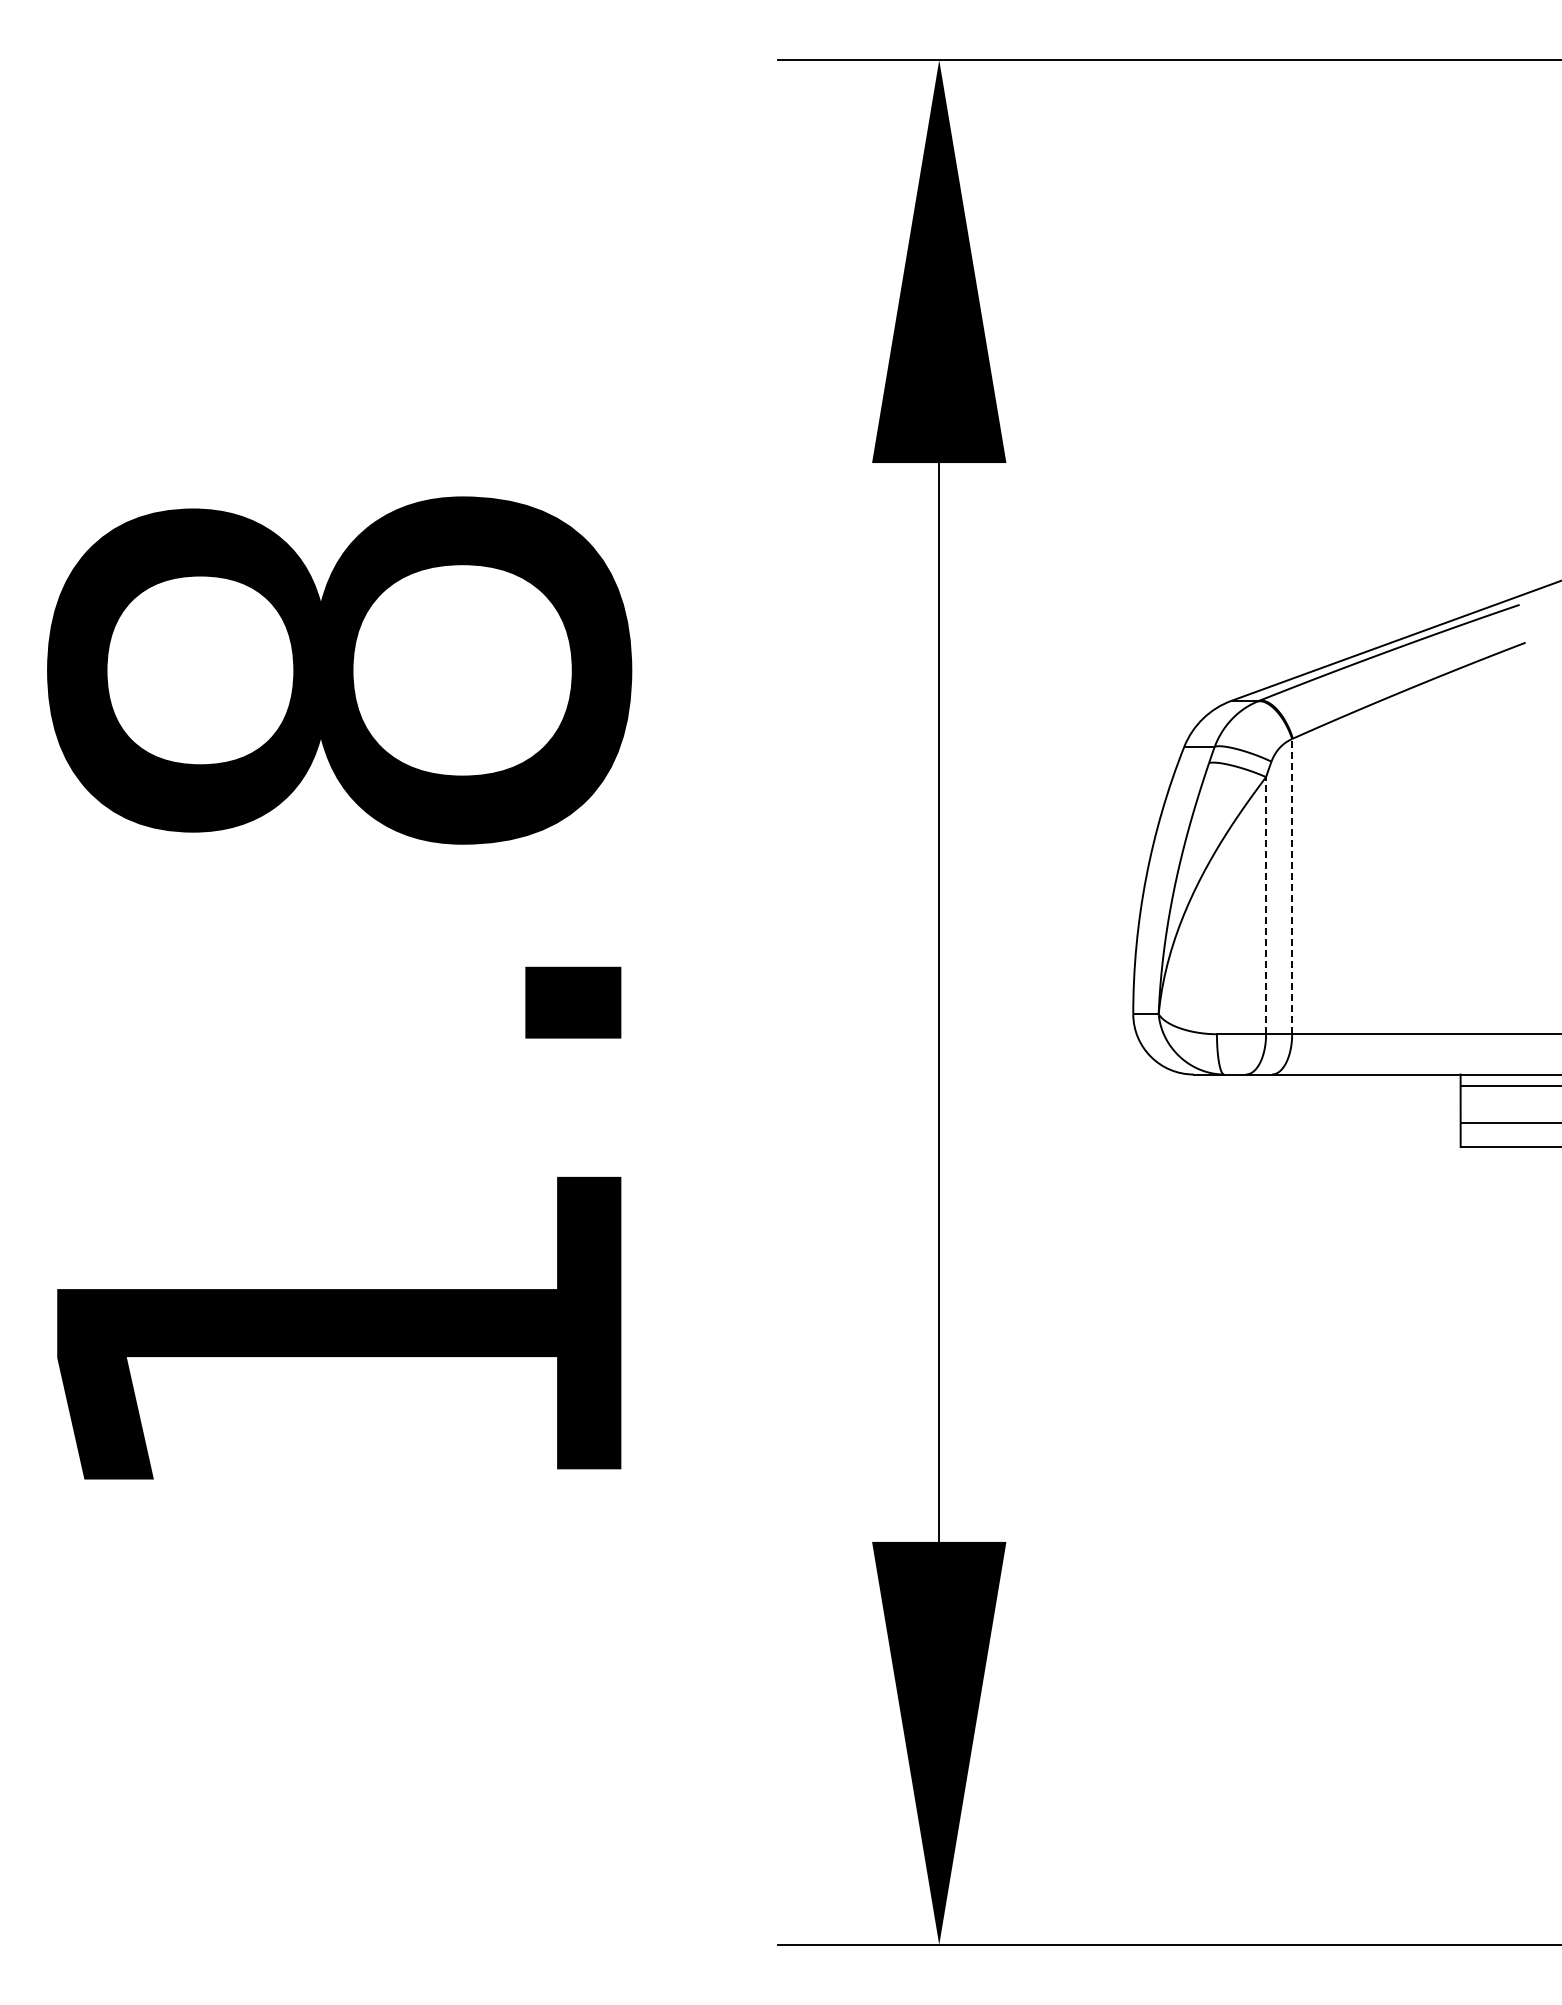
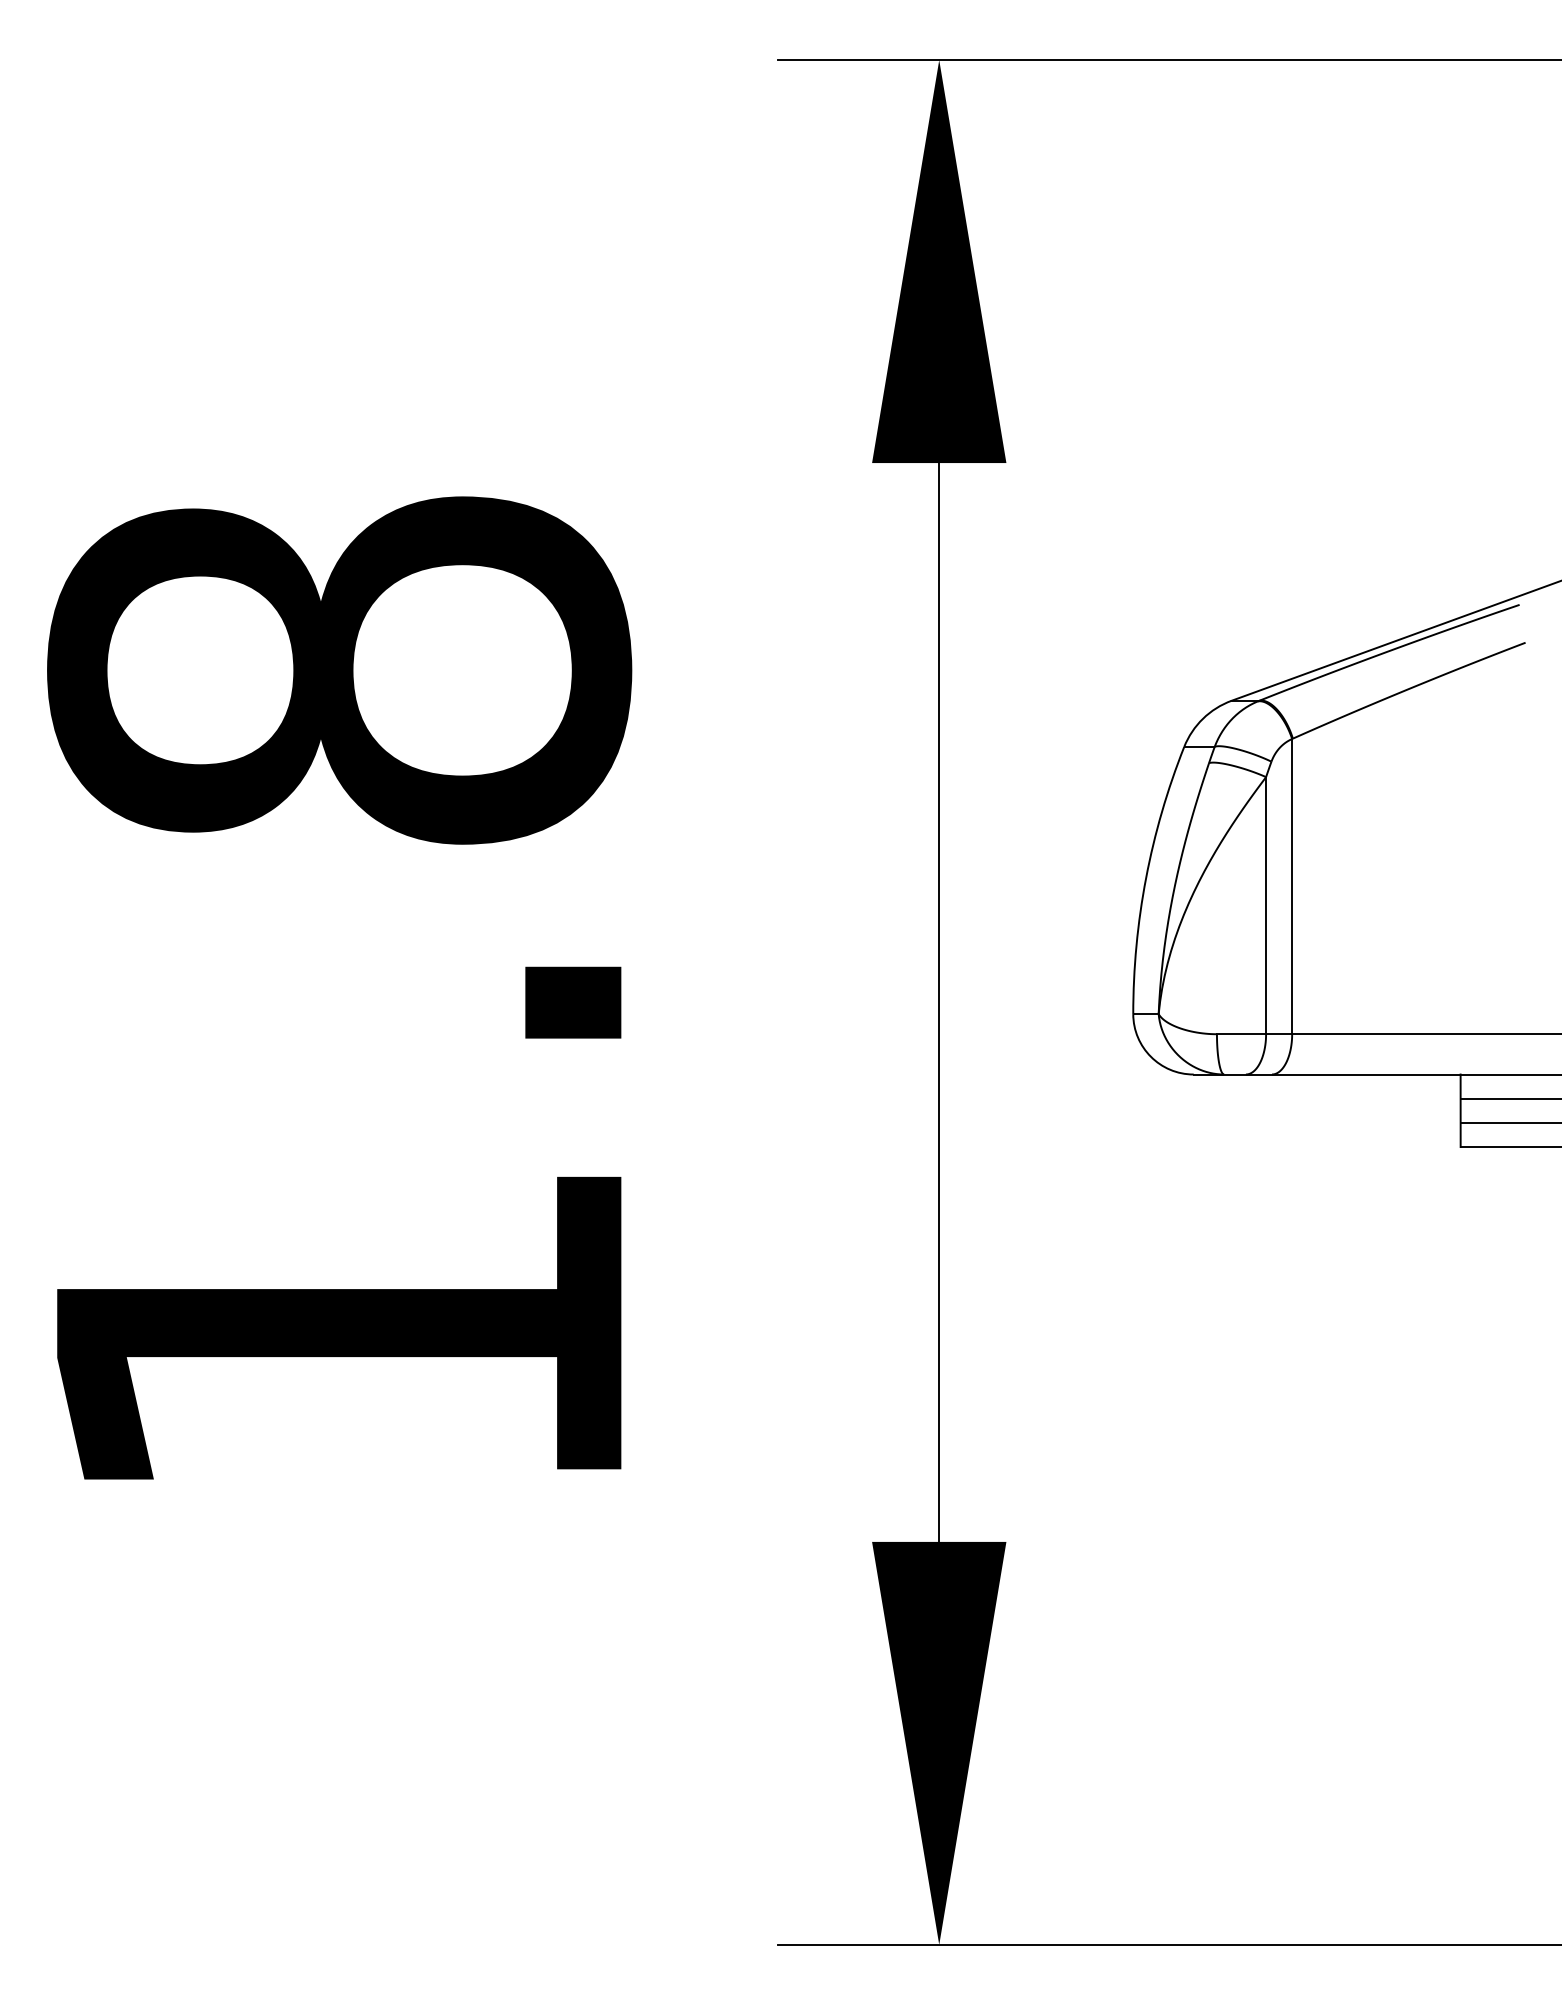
line at (1292, 886): dashed -> solid
line at (1266, 905): dashed -> solid
line at (1509, 1085) position: (1509, 1085) -> (1509, 1098)
